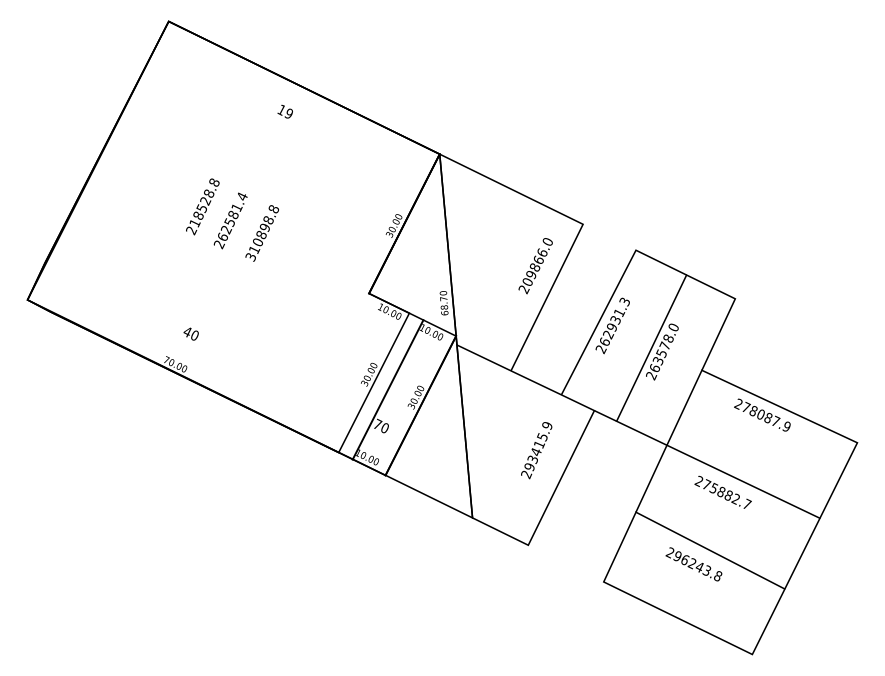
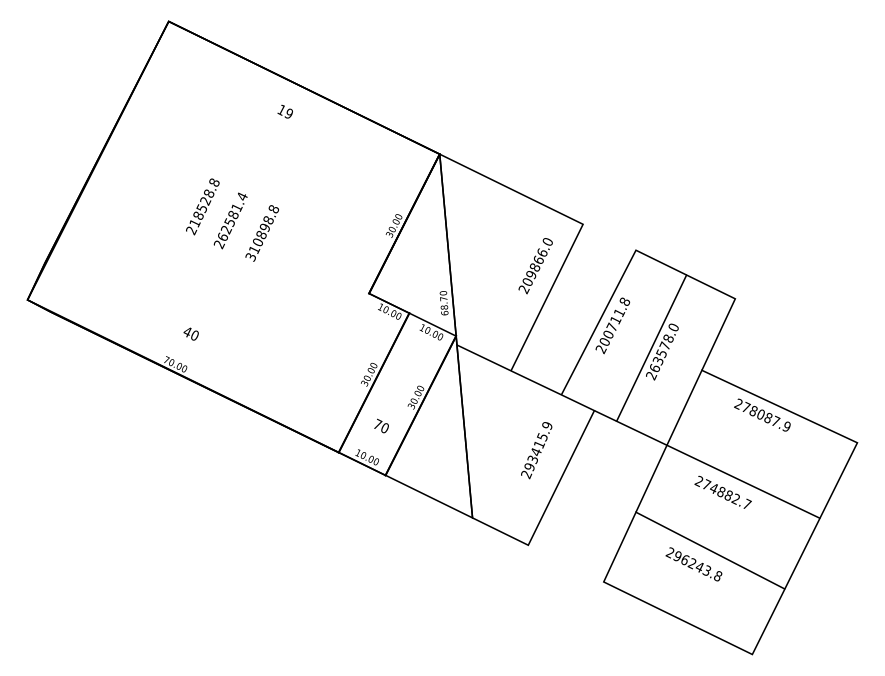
text at (614, 320): 262931.3 -> 200711.8
line at (387, 389) position: (387, 389) -> (373, 382)
text at (713, 487): 275882.7 -> 274882.7
